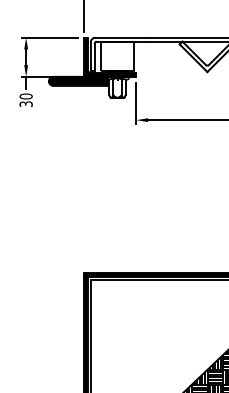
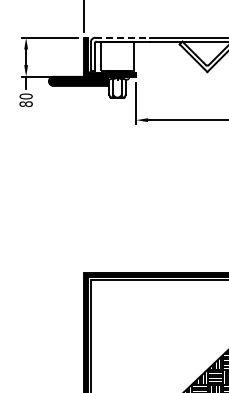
line at (123, 37): solid -> dashed
text at (25, 104): 30 -> 80
